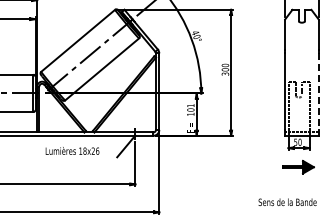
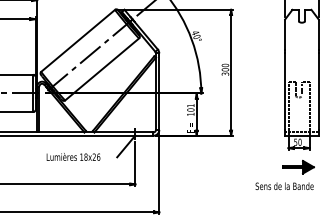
line at (318, 92): dashed -> solid
text at (72, 150) position: (72, 150) -> (73, 156)
text at (287, 202) position: (287, 202) -> (284, 186)
